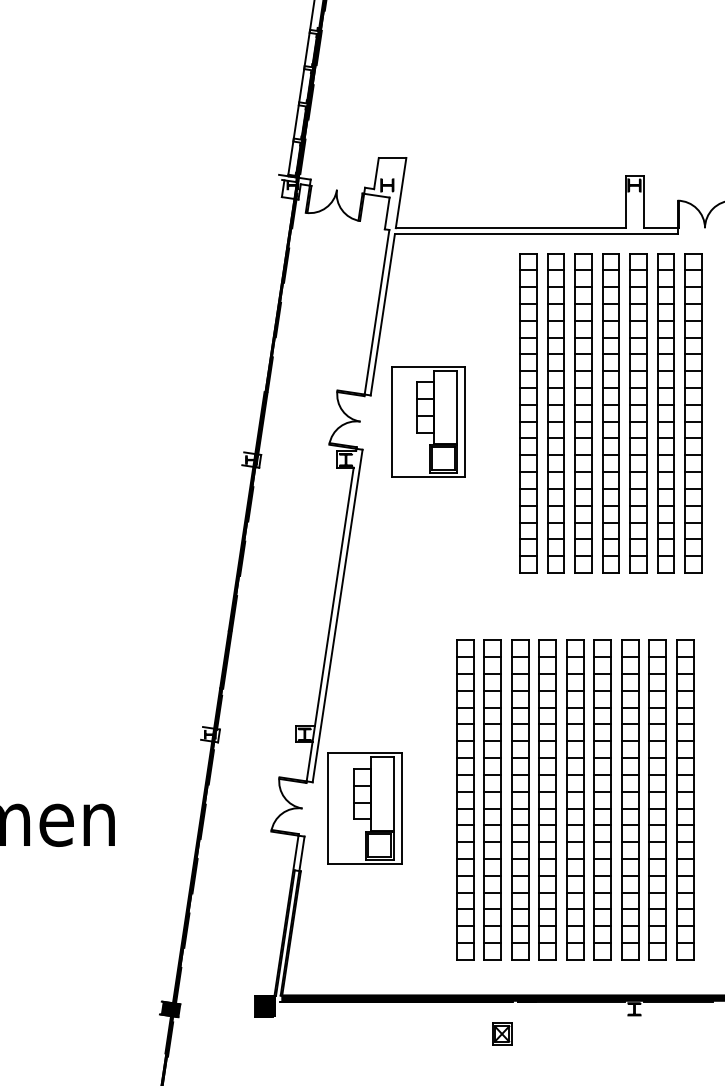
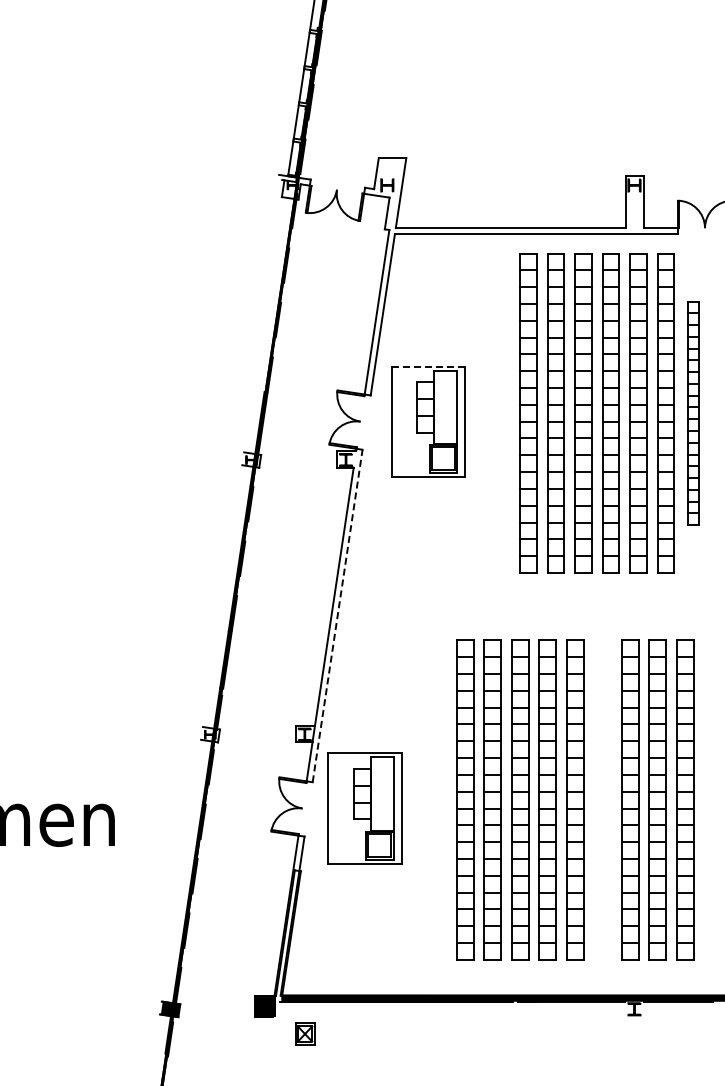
line at (428, 366): solid -> dashed
part at (693, 413) size: 19x321 px -> 13x225 px
line at (337, 615): solid -> dashed
part at (602, 799): present -> none
part at (502, 1033) position: (502, 1033) -> (305, 1033)
